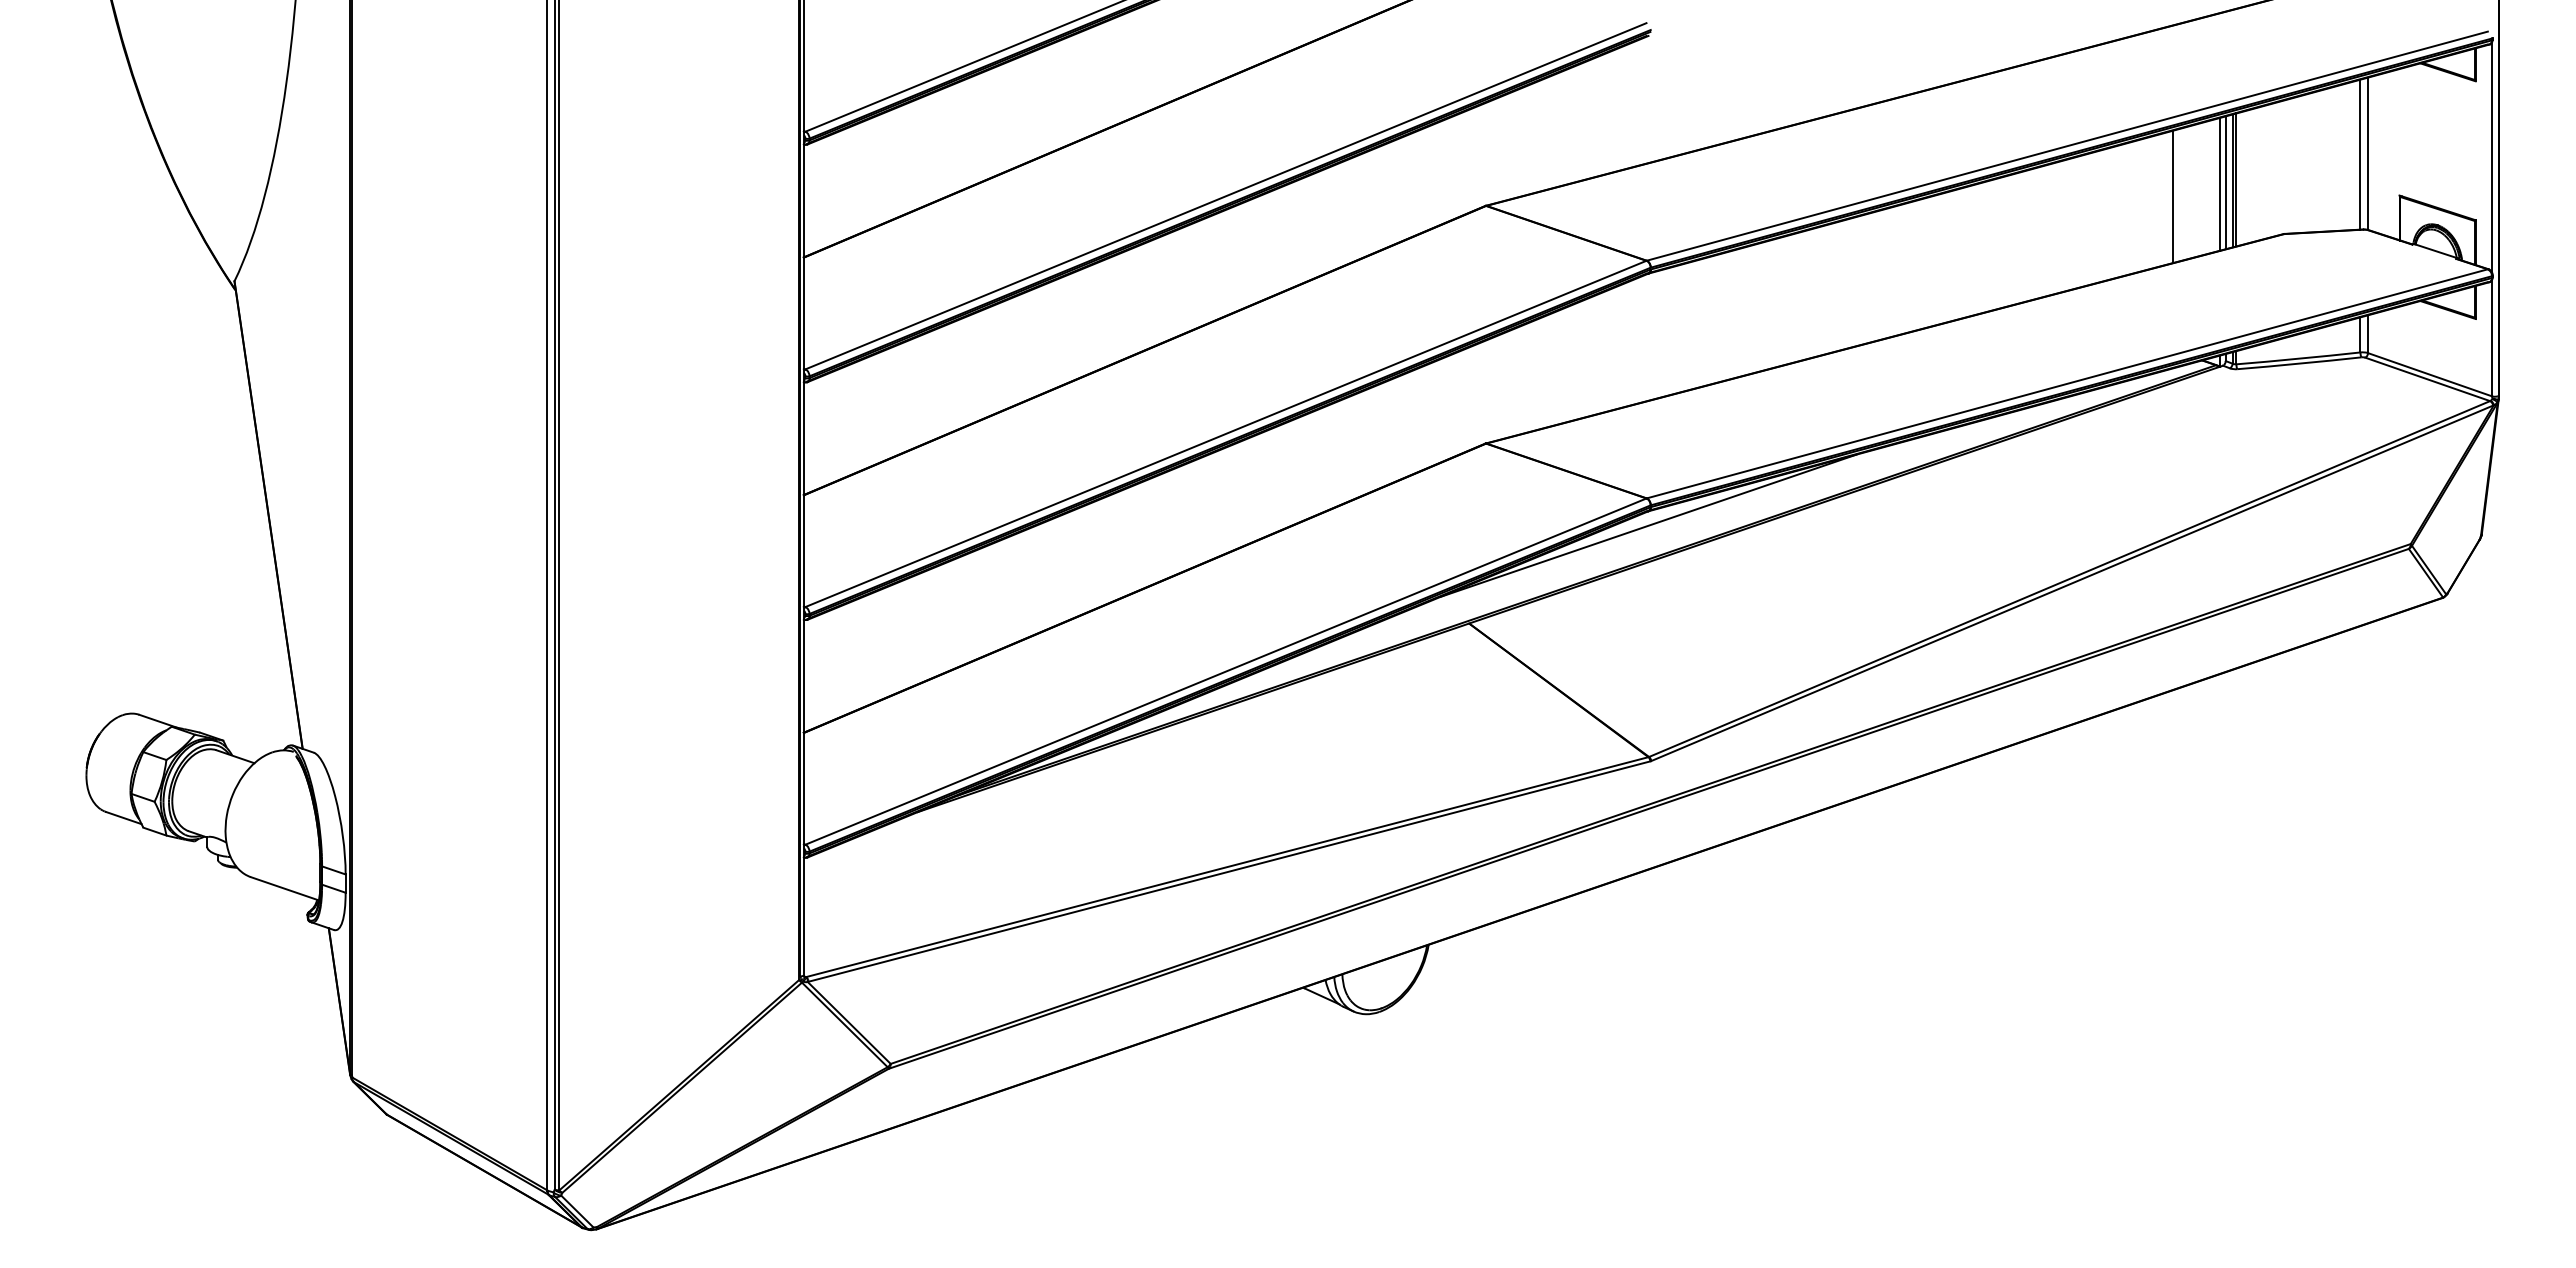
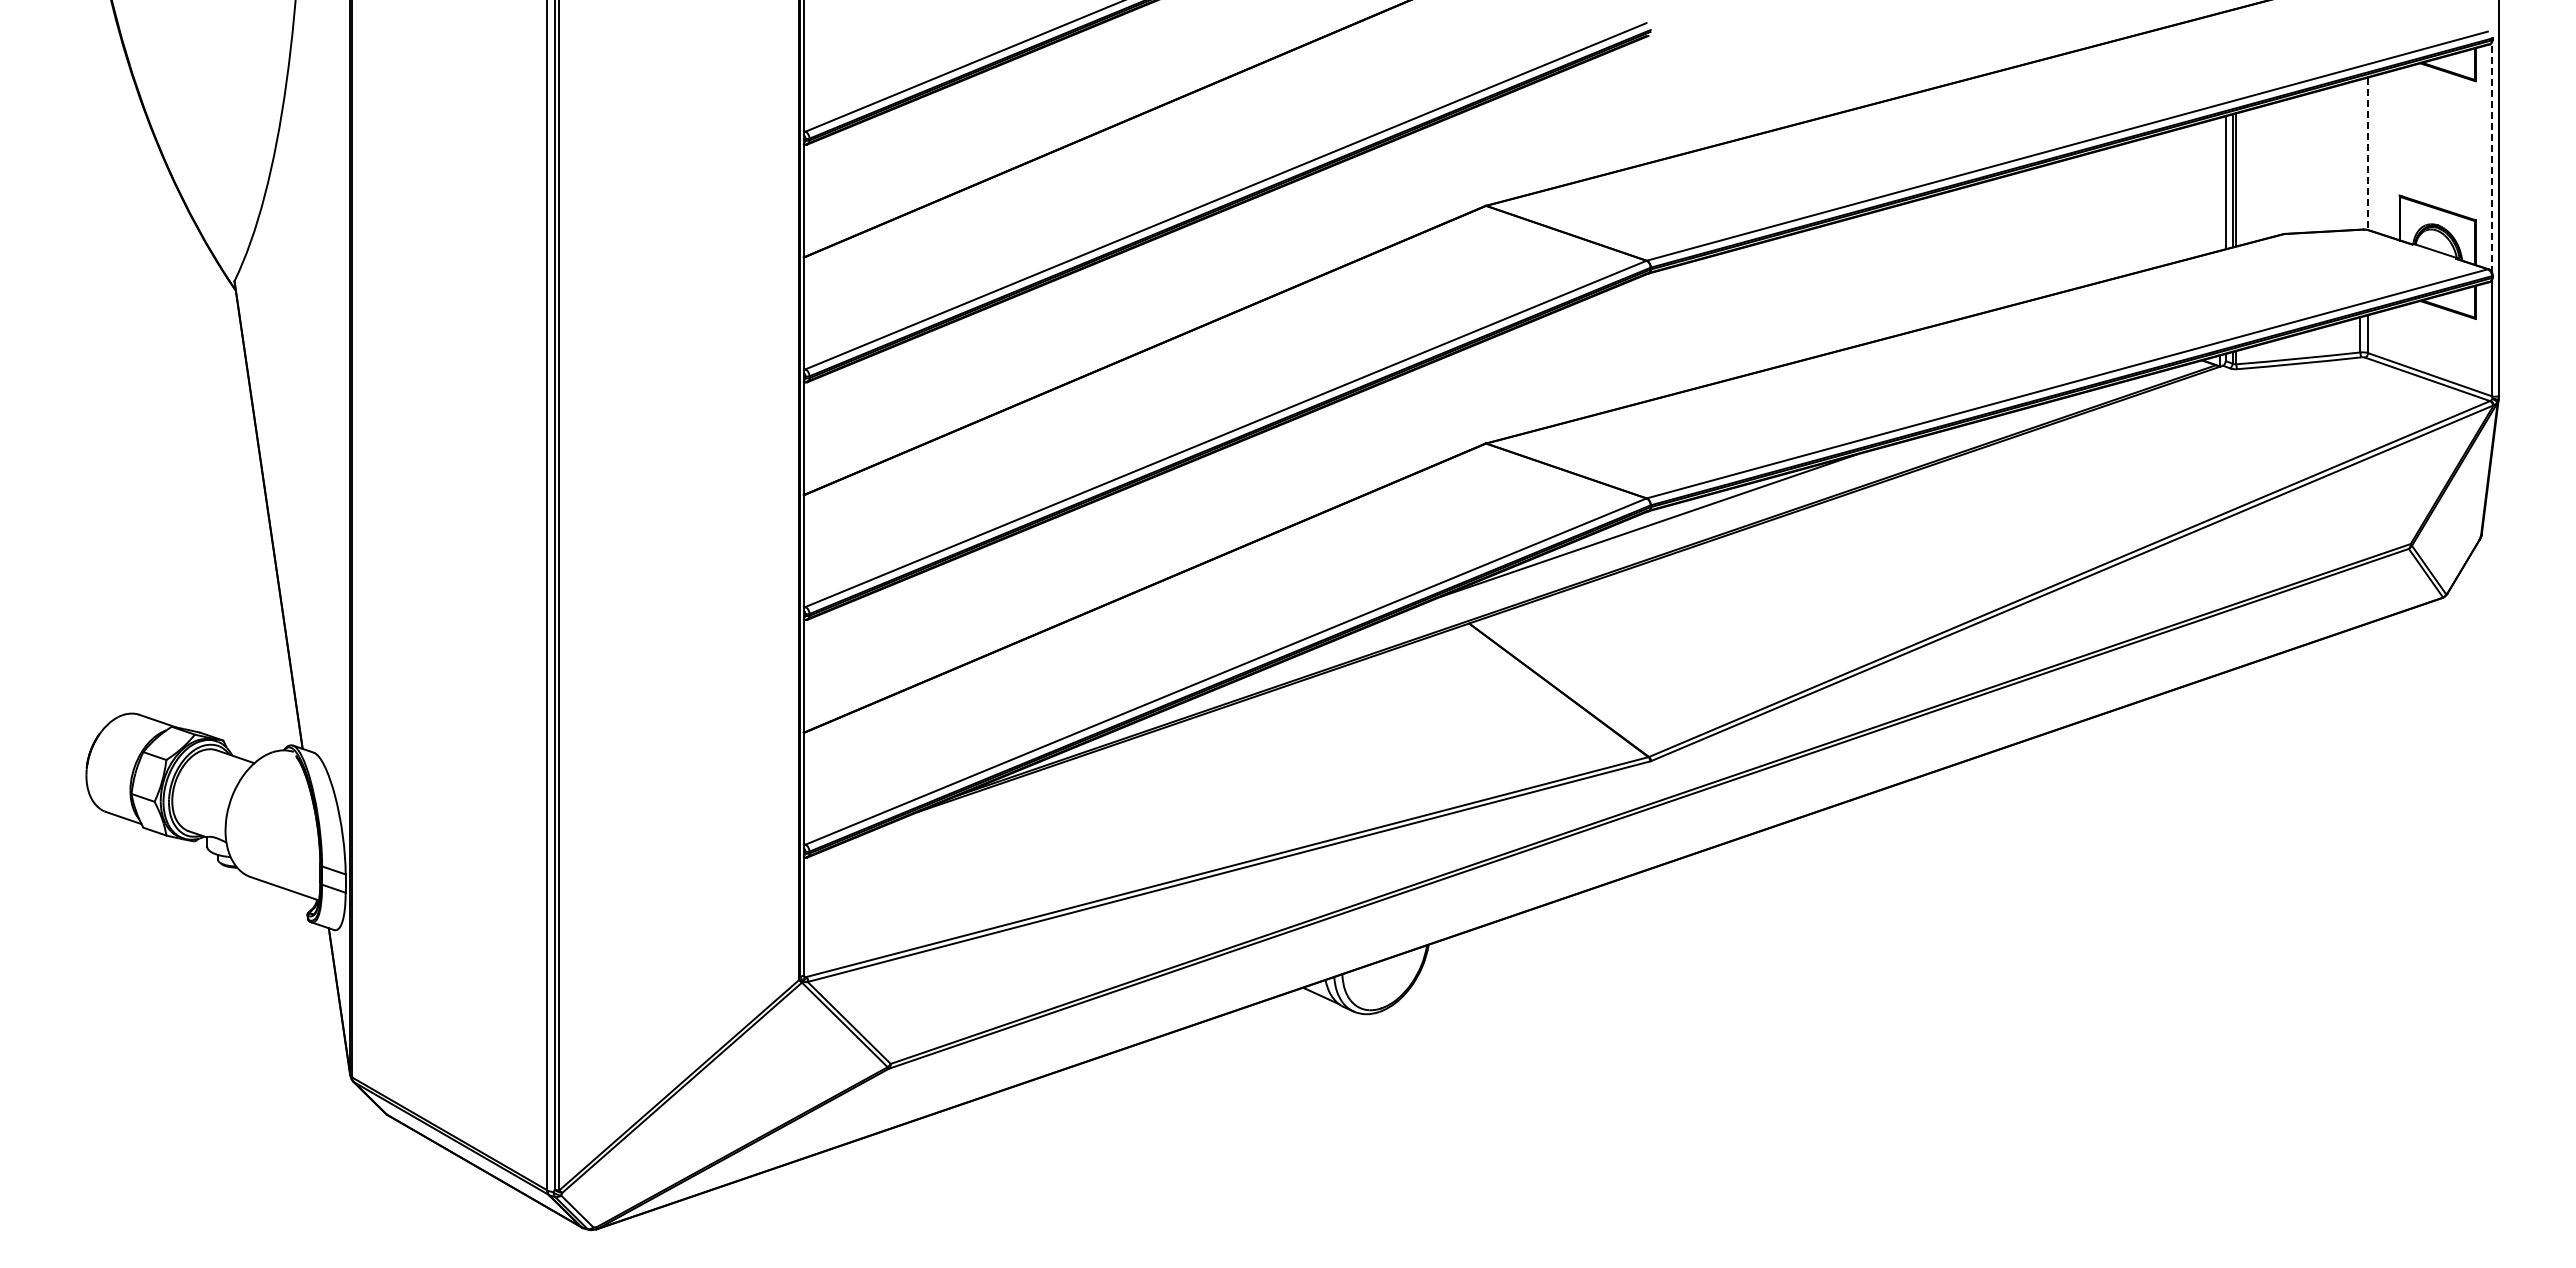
line at (2360, 154): present -> none
line at (2368, 154): solid -> dashed
line at (2492, 156): solid -> dashed
line at (2220, 183): present -> none
line at (2172, 196): present -> none
